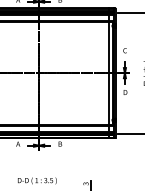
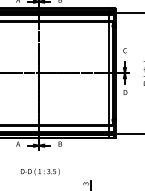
text at (37, 180) position: (37, 180) -> (40, 171)
